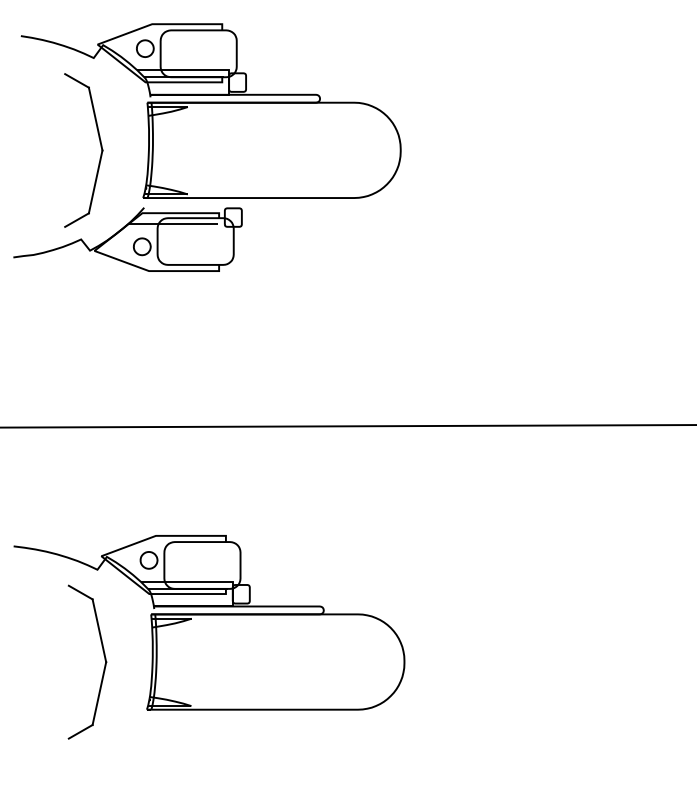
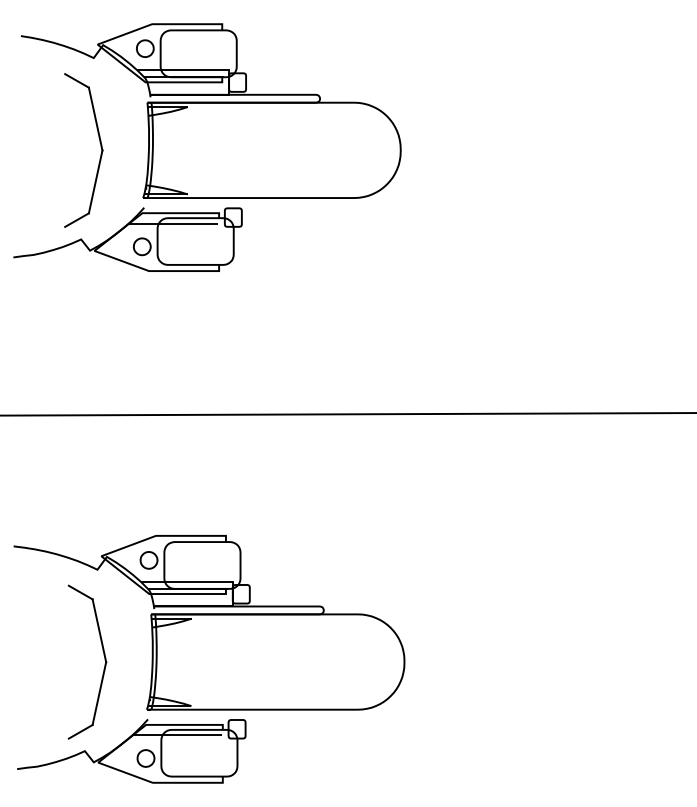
line at (347, 426) position: (347, 426) -> (347, 414)
part at (131, 751): none -> present
